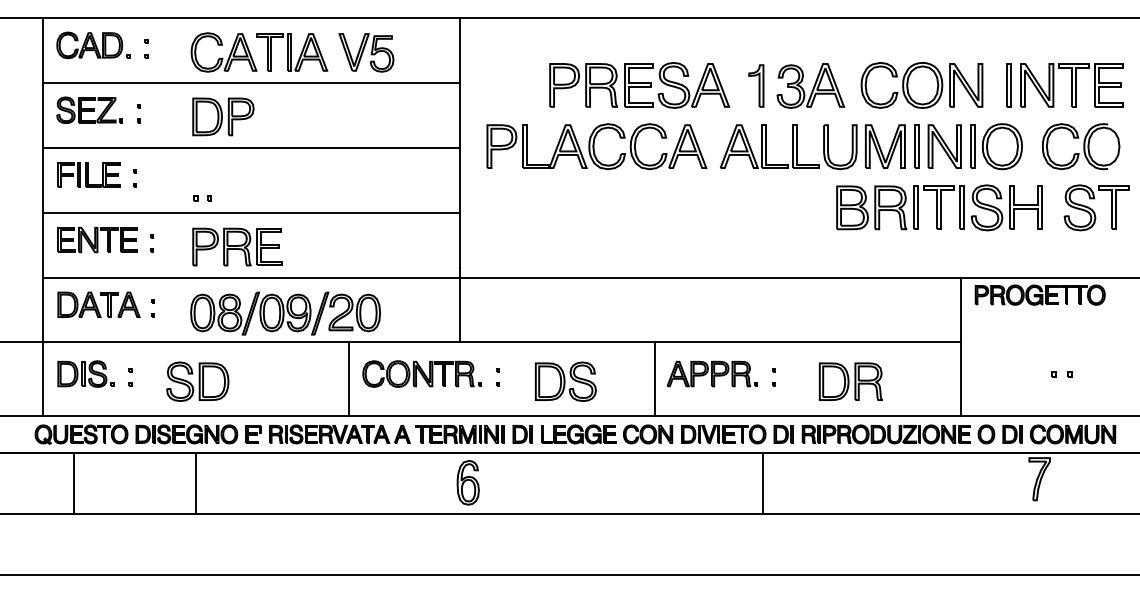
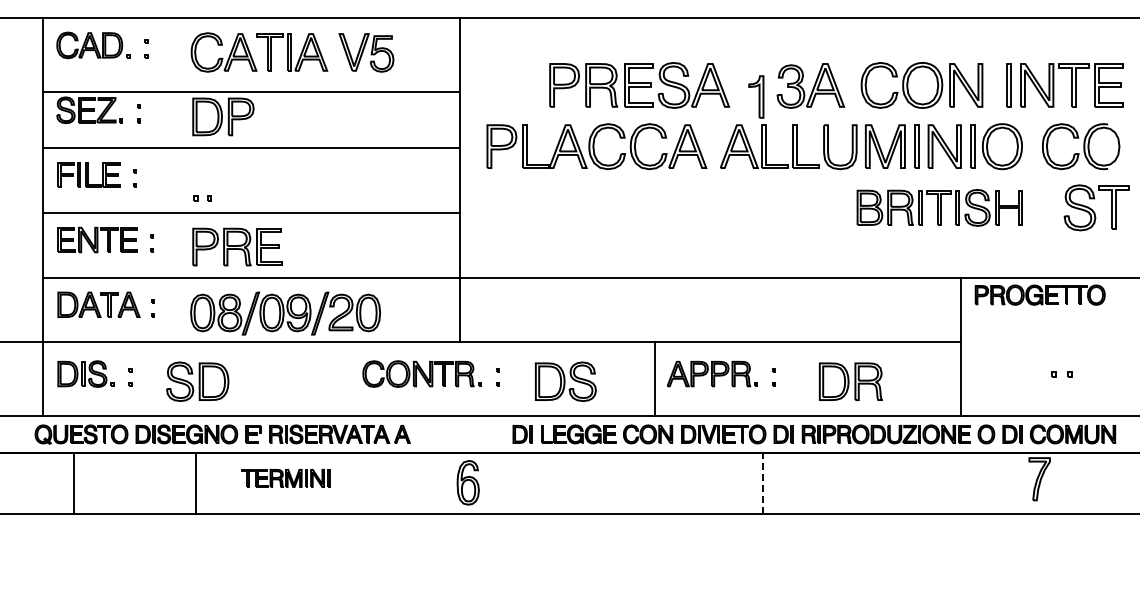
line at (251, 82) position: (251, 82) -> (251, 91)
part at (756, 85) position: (756, 85) -> (756, 96)
part at (939, 207) size: 207x48 px -> 167x38 px
line at (349, 378): present -> none
part at (459, 434) position: (459, 434) -> (285, 478)
line at (762, 483): solid -> dashed
line at (569, 574): present -> none
